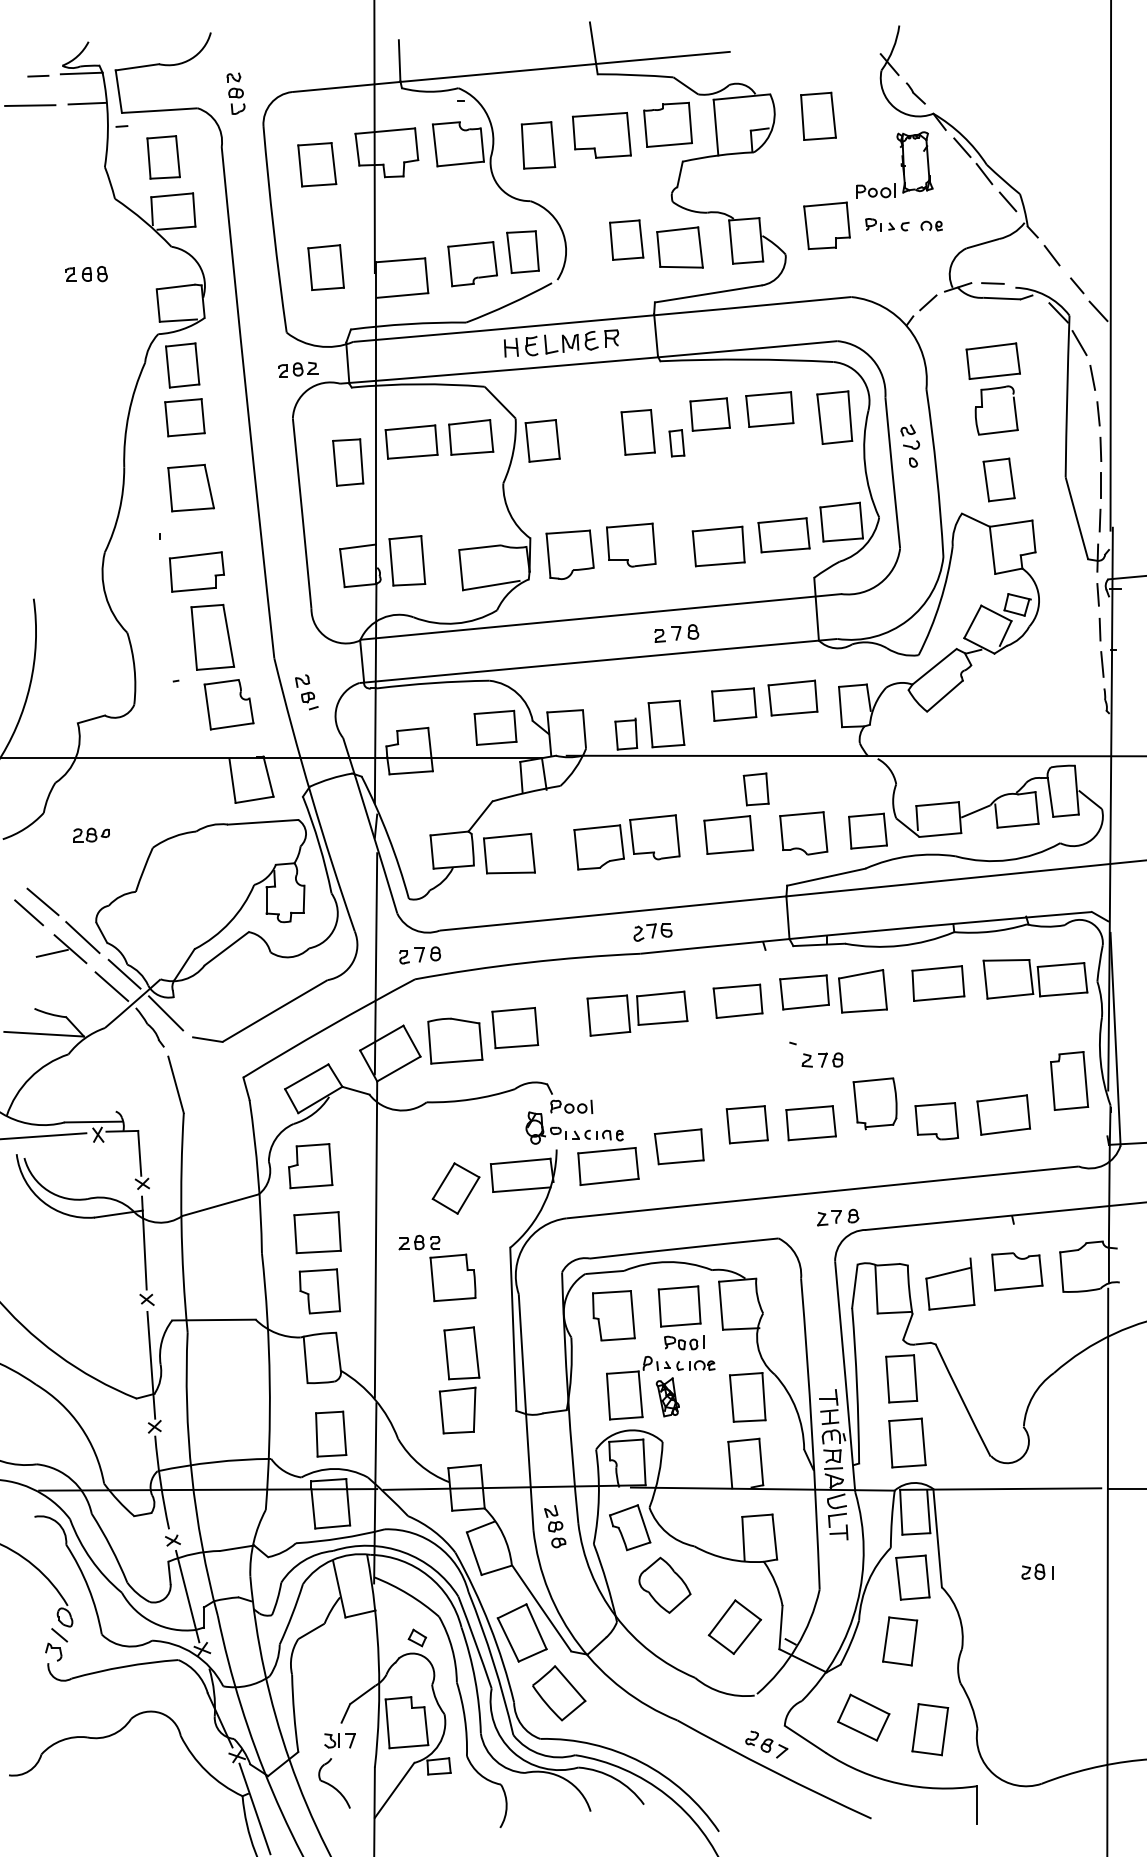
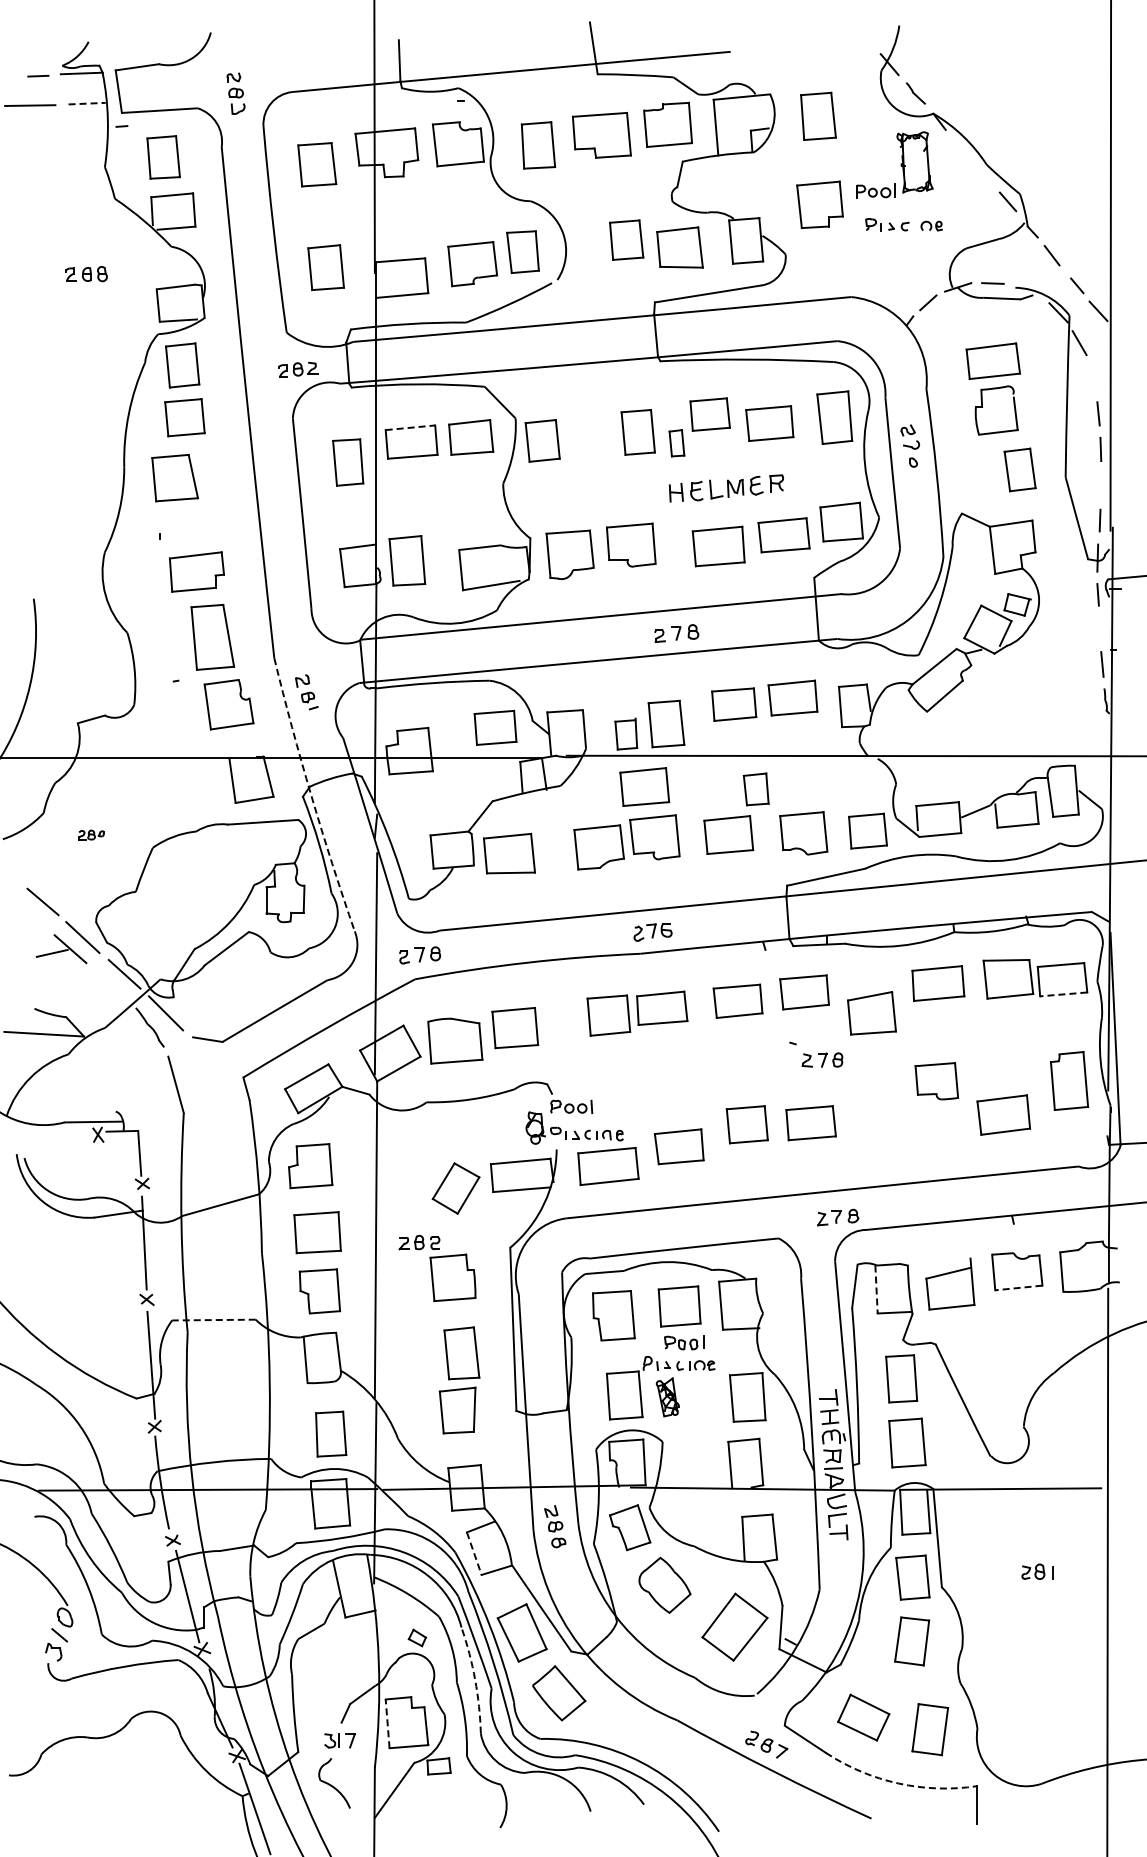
line at (87, 103): solid -> dashed
line at (962, 147): present -> none
line at (984, 174): present -> none
part at (826, 225) position: (826, 225) -> (819, 204)
part at (561, 343) position: (561, 343) -> (726, 488)
line at (1092, 377): present -> none
part at (769, 409) position: (769, 409) -> (769, 423)
line at (410, 427): solid -> dashed
part at (998, 479) position: (998, 479) -> (1019, 469)
line at (1100, 485): present -> none
part at (190, 487) position: (190, 487) -> (174, 477)
line at (1099, 629): present -> none
part at (644, 786): none -> present
arc at (311, 795): solid -> dashed
part at (91, 834) size: 37x16 px -> 27x12 px
line at (29, 912): present -> none
line at (111, 986): present -> none
part at (862, 991) position: (862, 991) -> (871, 1013)
line at (1063, 994): solid -> dashed
part at (874, 1103): present -> none
part at (936, 1121) position: (936, 1121) -> (936, 1081)
line at (44, 1136): present -> none
line at (1018, 1287): solid -> dashed
line at (876, 1290): solid -> dashed
line at (213, 1320): solid -> dashed
line at (1125, 1489): present -> none
line at (474, 1553): solid -> dashed
part at (734, 1626) size: 56x56 px -> 68x70 px
part at (900, 1641) position: (900, 1641) -> (912, 1641)
arc at (475, 1679): solid -> dashed
line at (387, 1723): solid -> dashed
arc at (898, 1783): solid -> dashed
